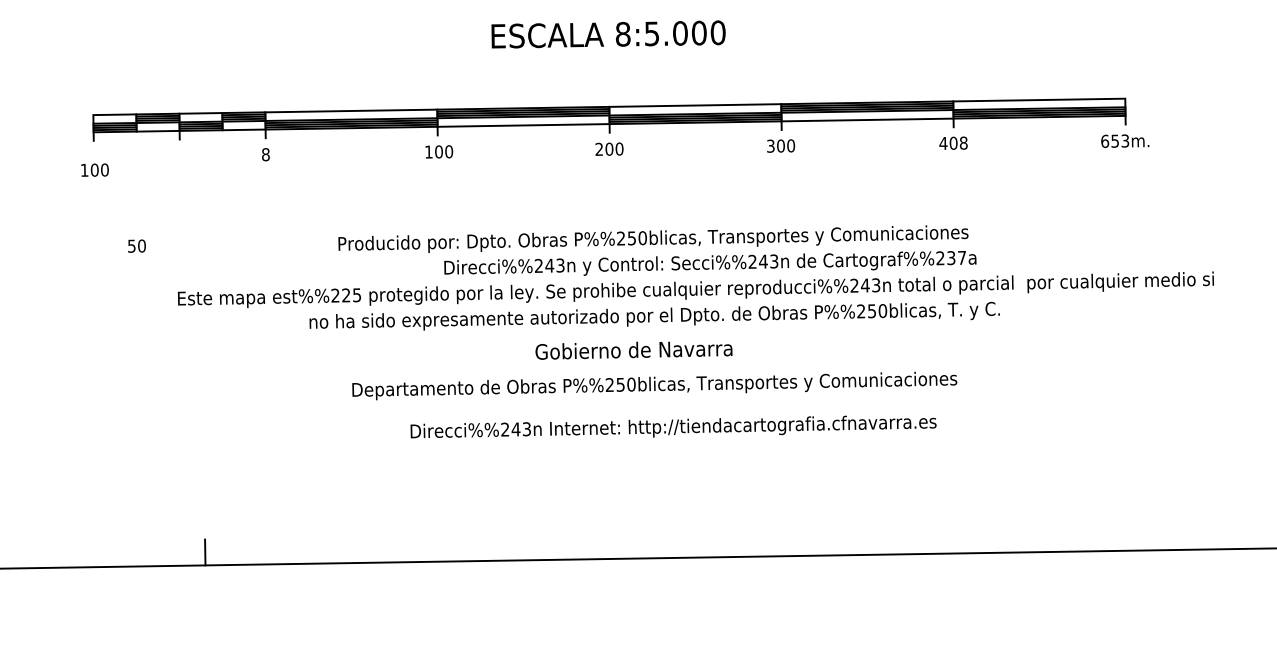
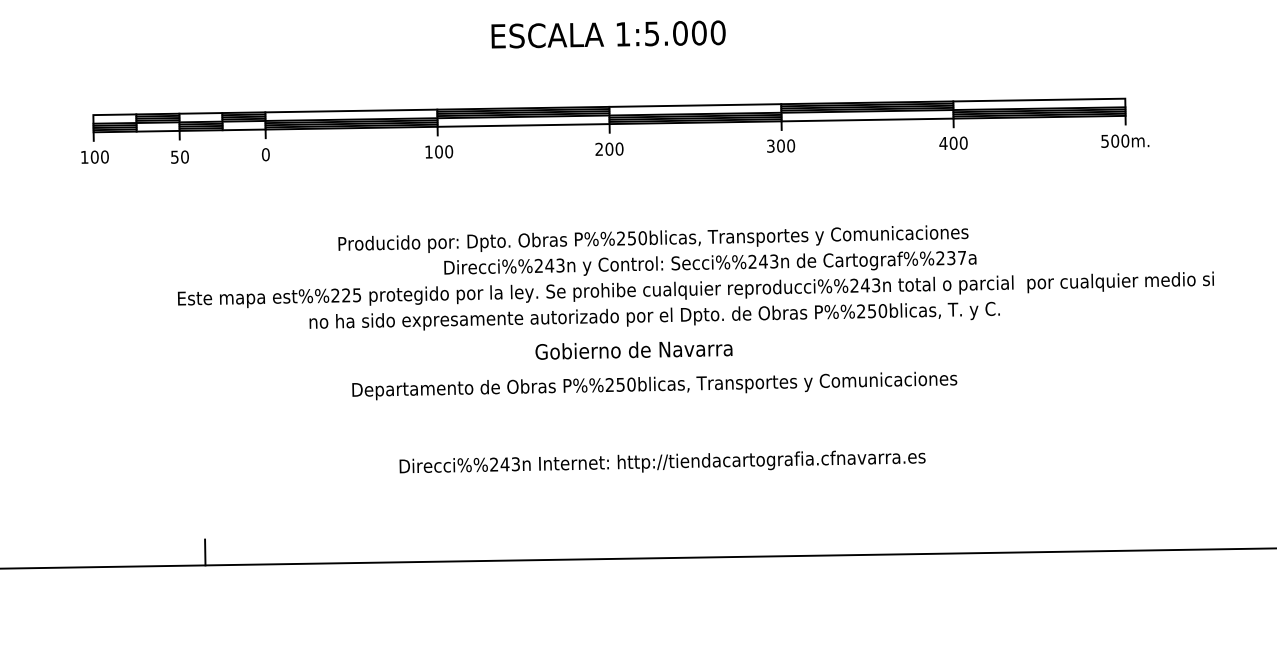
text at (622, 33): 8:5.000 -> 1:5.000
text at (1115, 140): 653m. -> 500m.
text at (963, 142): 408 -> 400
text at (265, 154): 8 -> 0
text at (94, 169) position: (94, 169) -> (94, 156)
text at (136, 245) position: (136, 245) -> (179, 156)
text at (673, 426) position: (673, 426) -> (662, 461)
